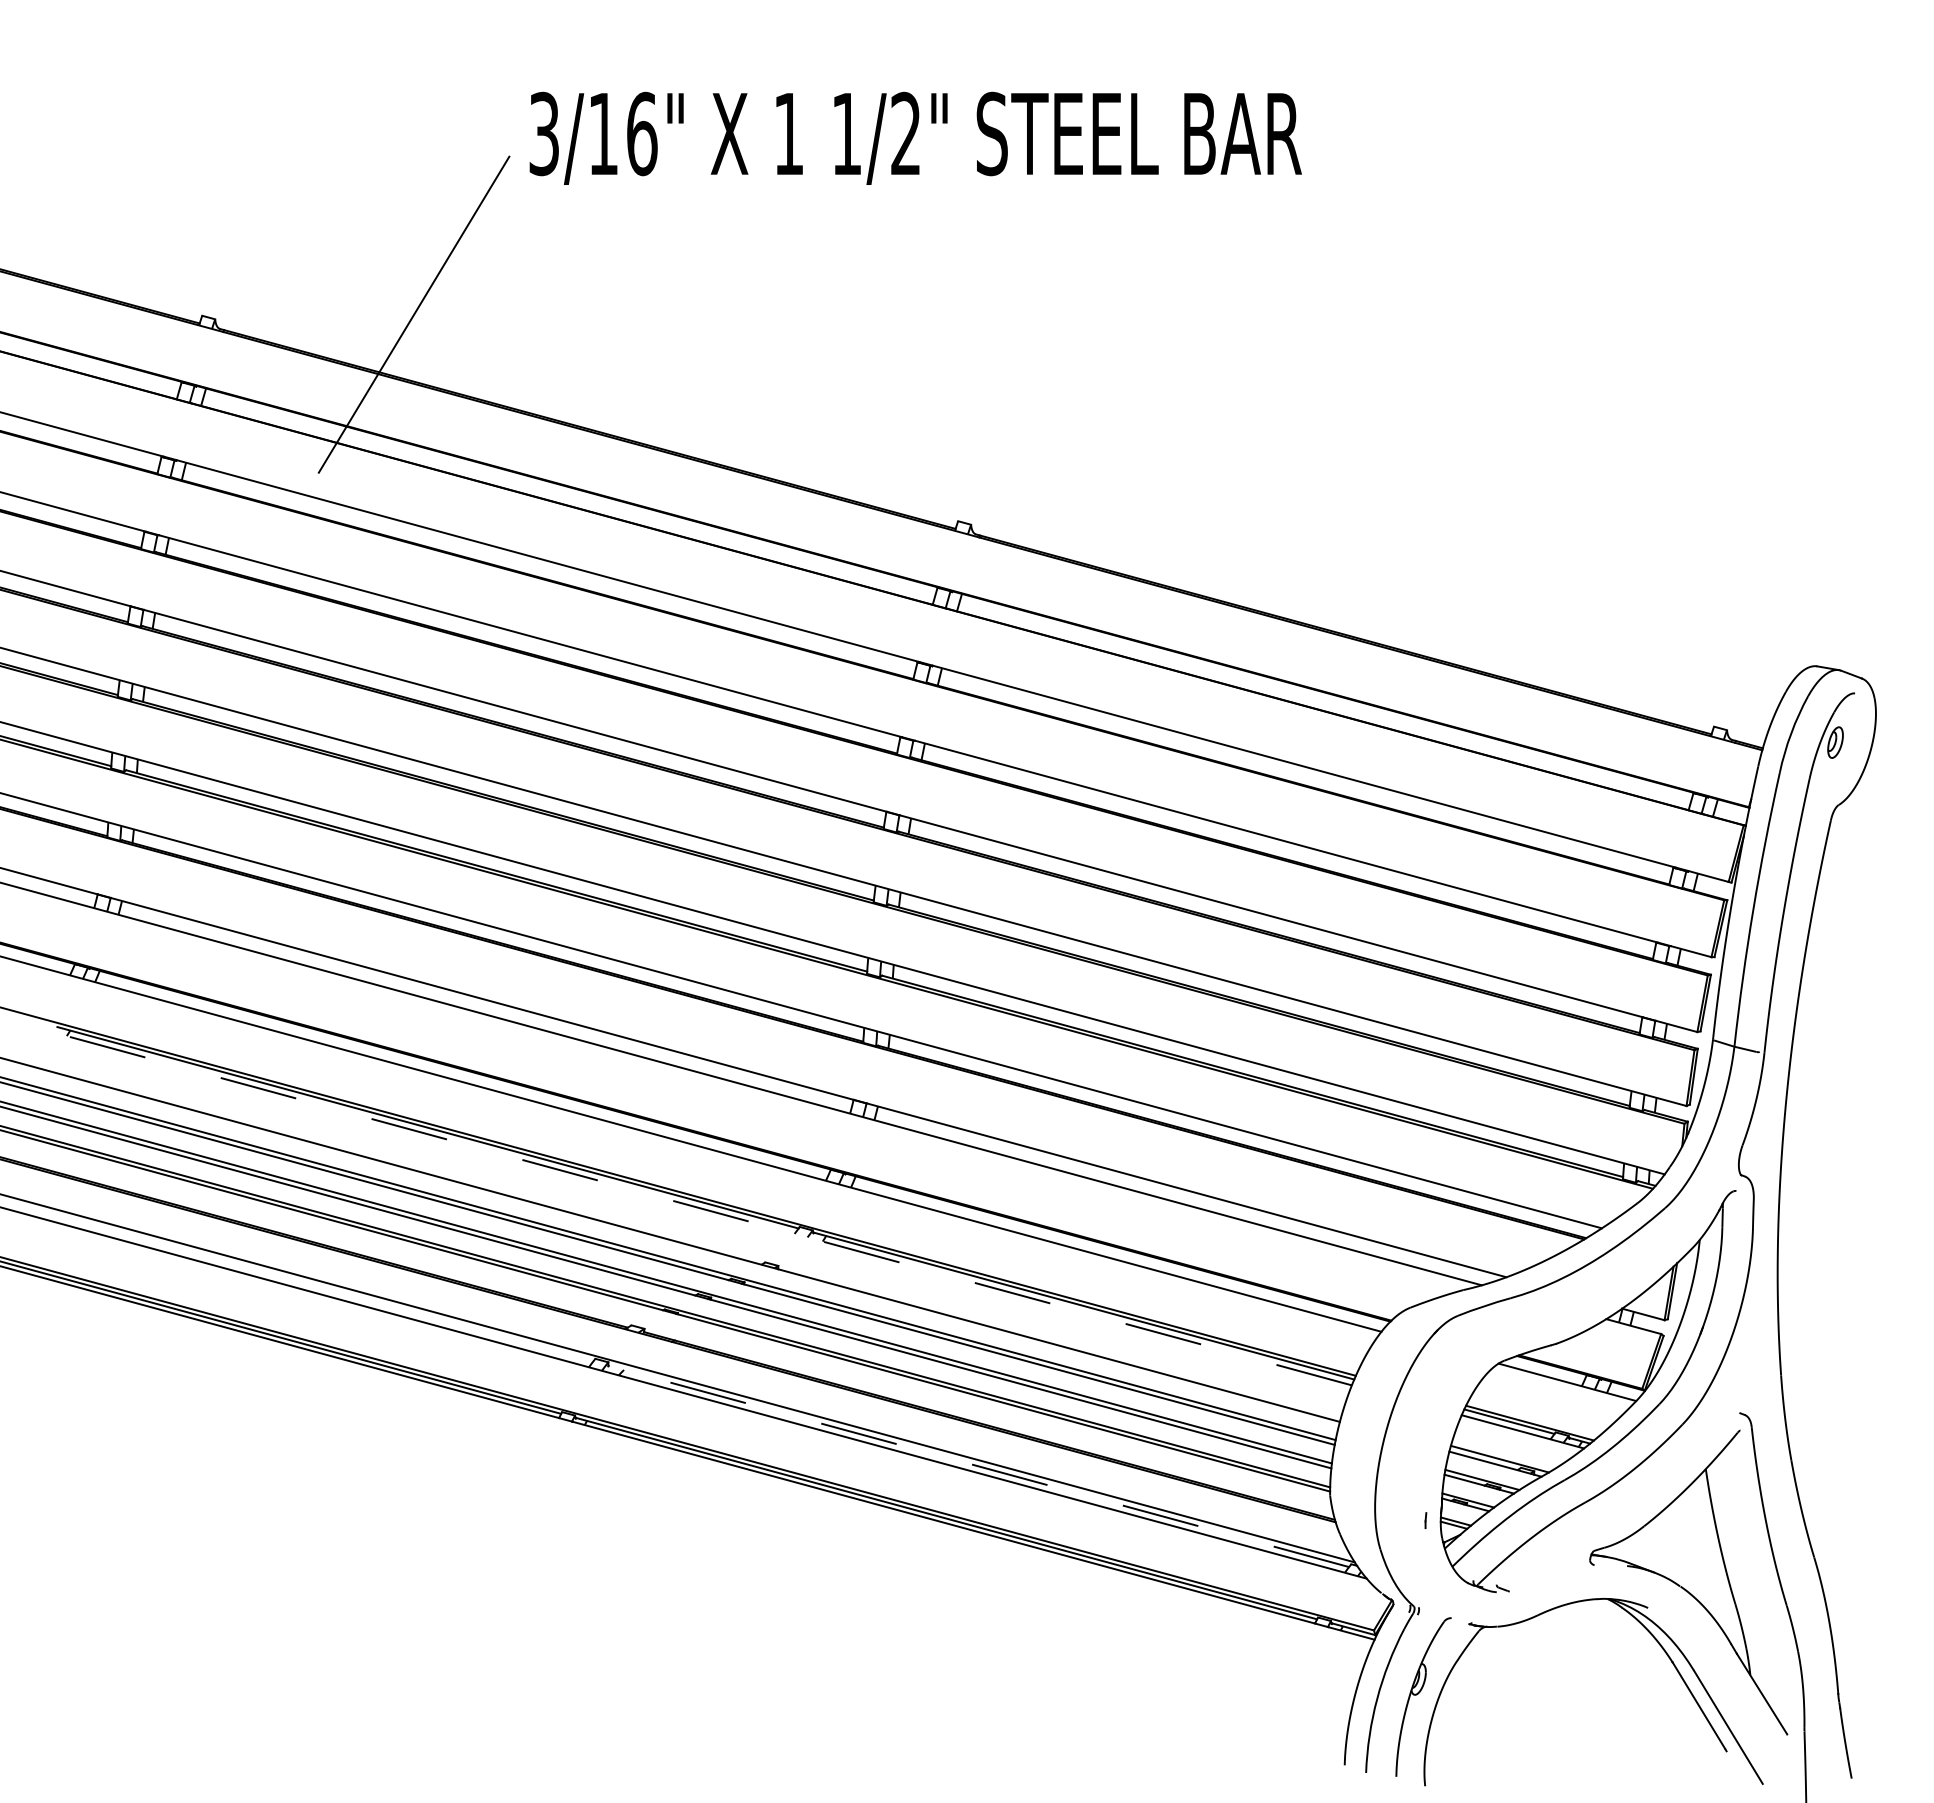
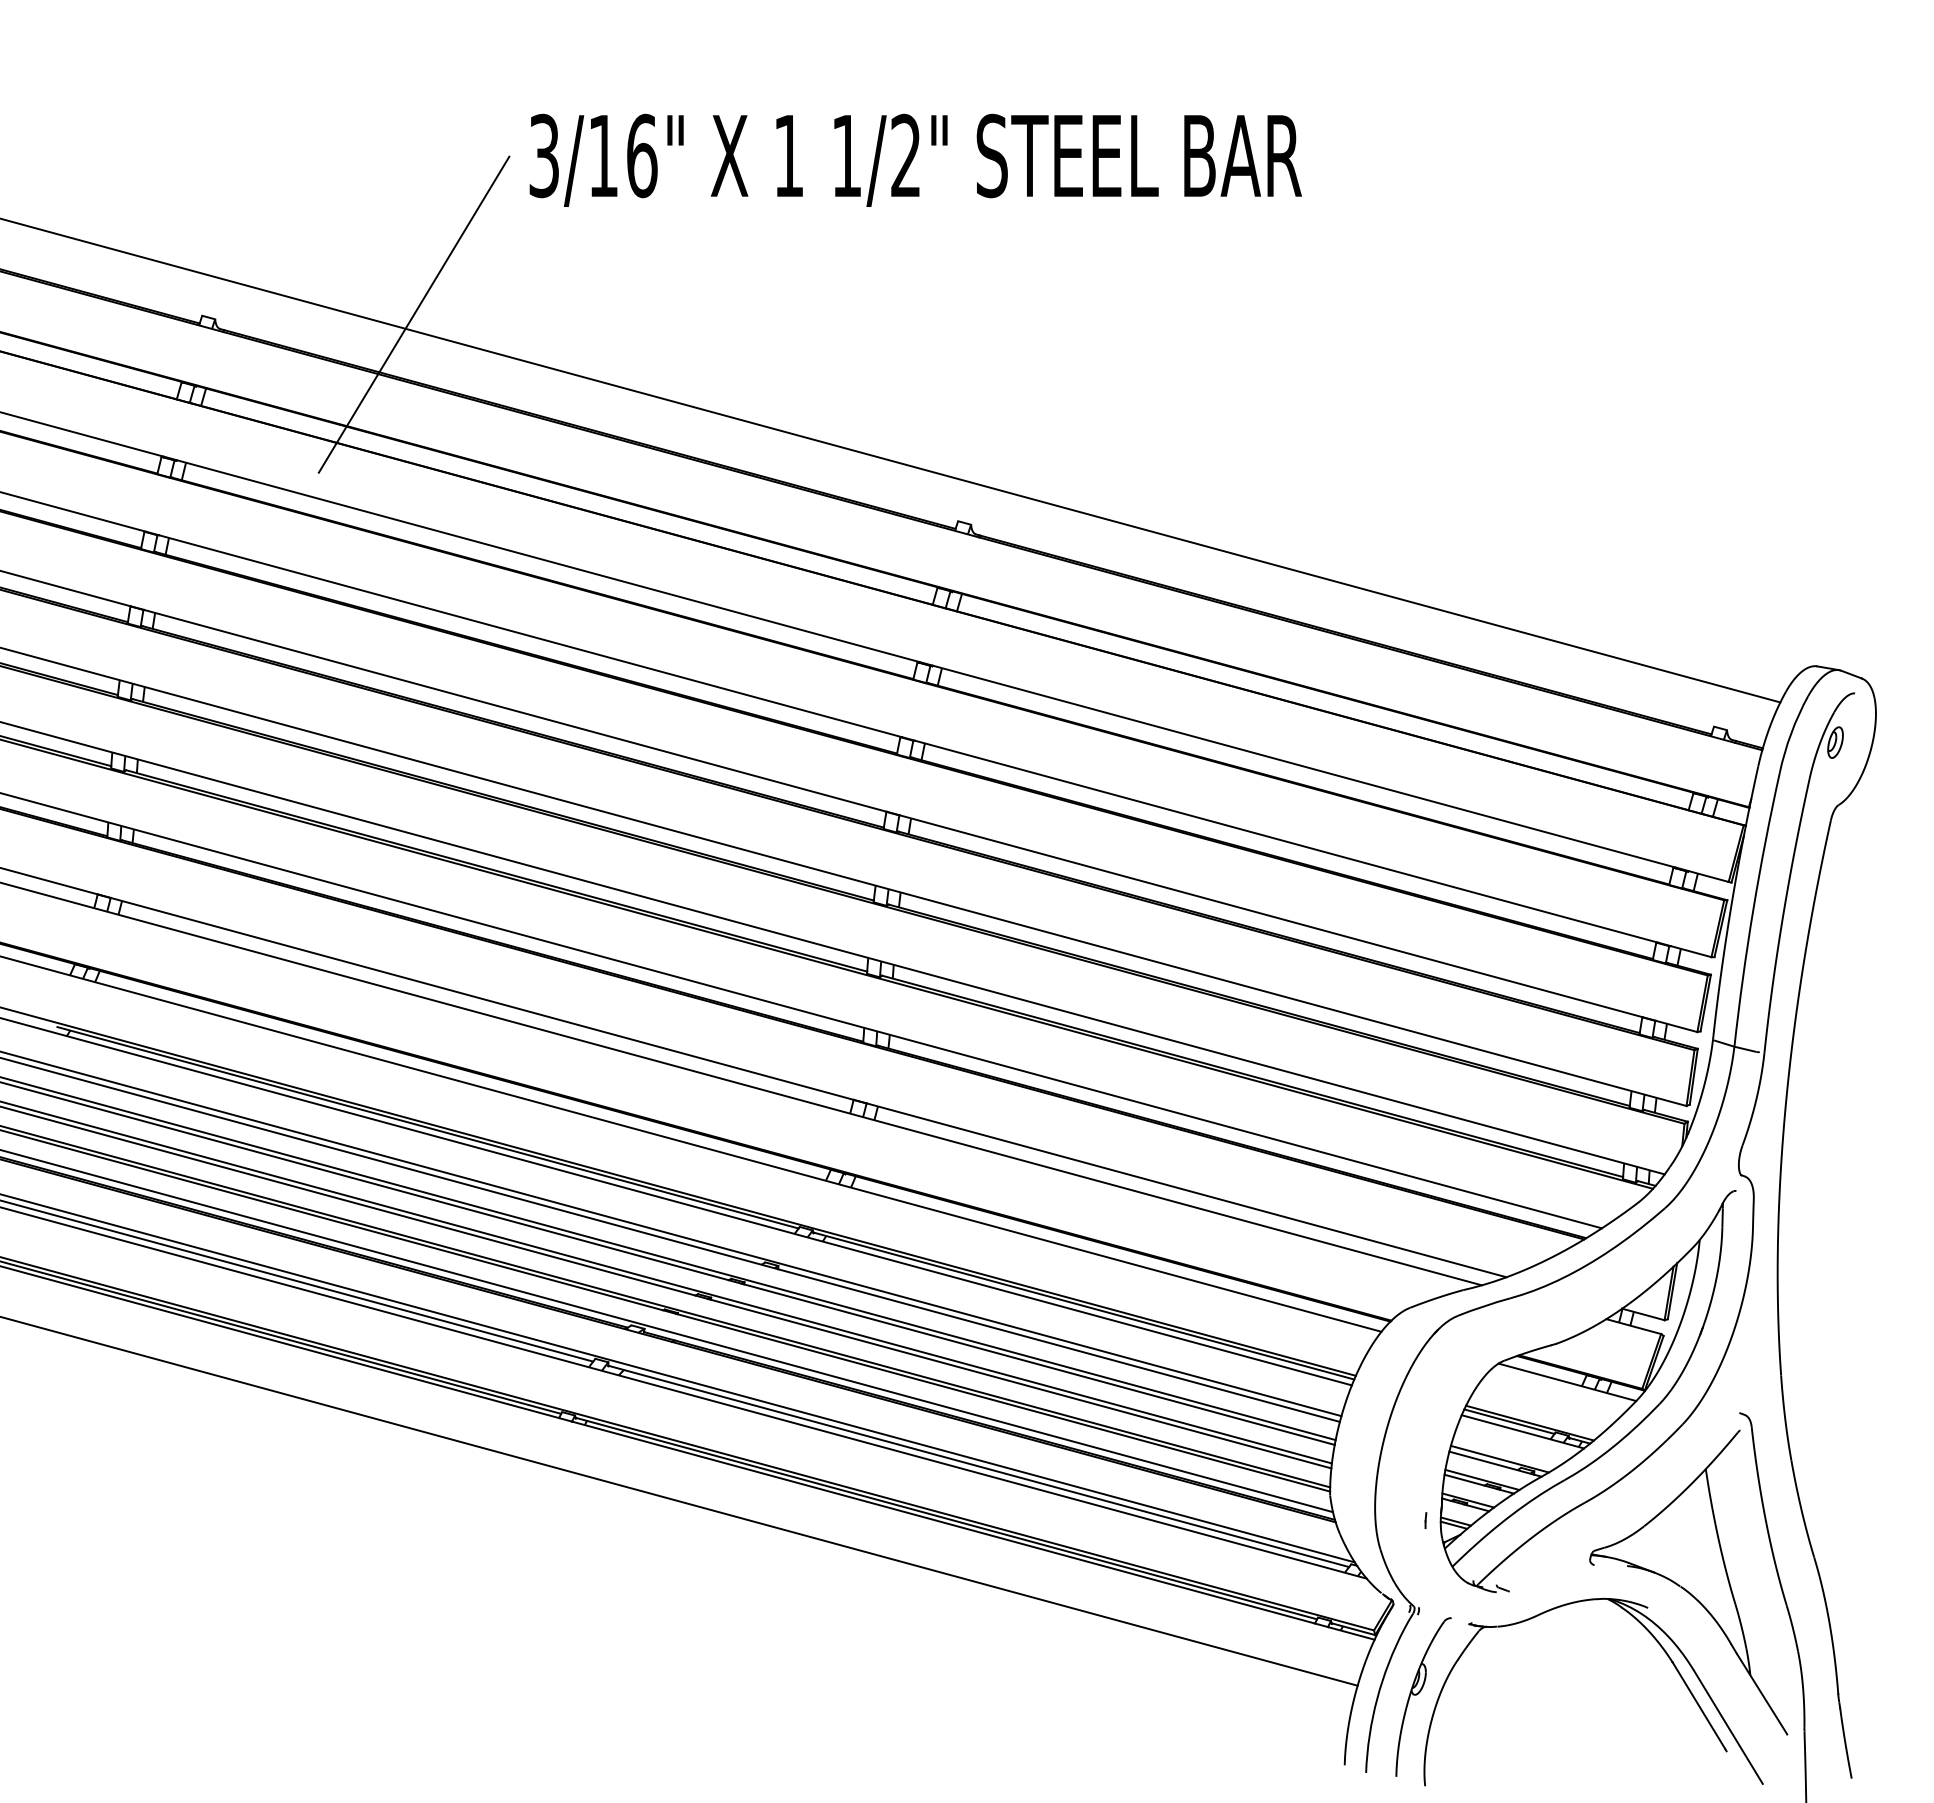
text at (915, 137) position: (915, 137) -> (915, 159)
line at (891, 460): none -> present
line at (675, 1201): dashed -> solid
line at (671, 1234): none -> present
line at (297, 1280): none -> present
line at (667, 1331): none -> present
line at (978, 1466): dashed -> solid
line at (679, 1501): none -> present
